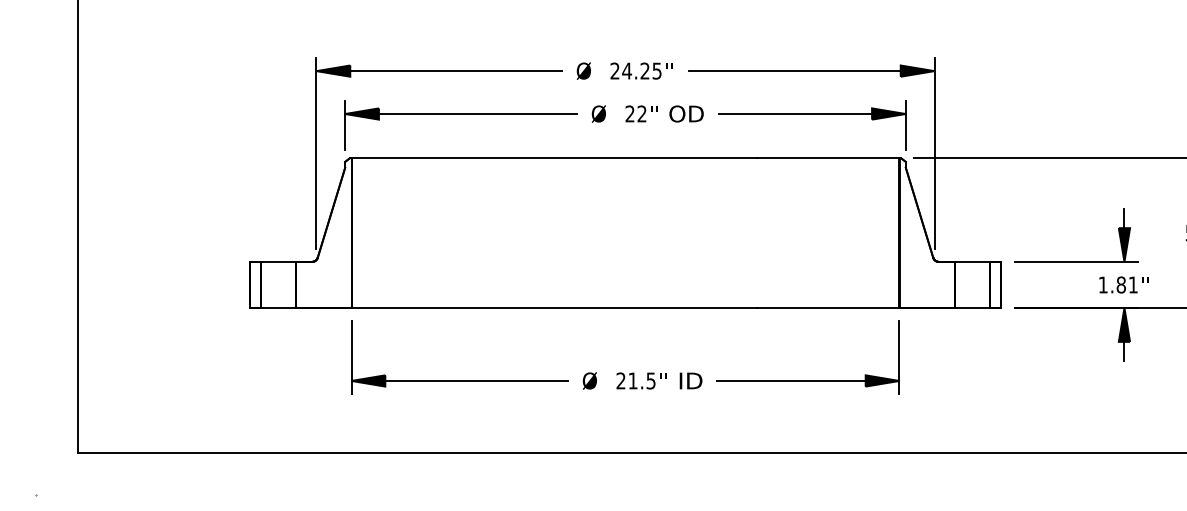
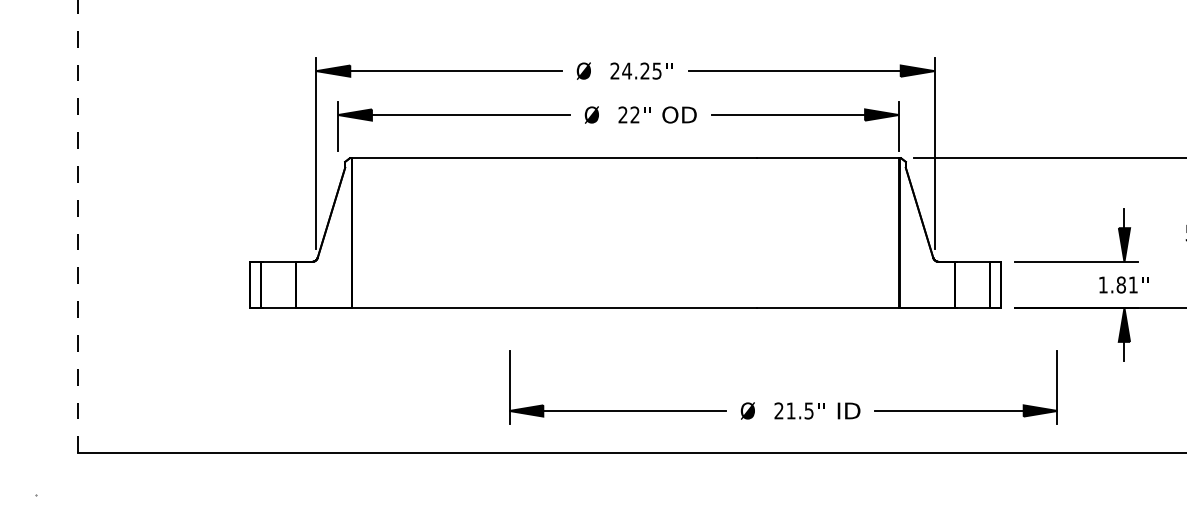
part at (625, 125) position: (625, 125) -> (618, 126)
line at (77, 226): solid -> dashed
part at (622, 372) position: (622, 372) -> (780, 402)
